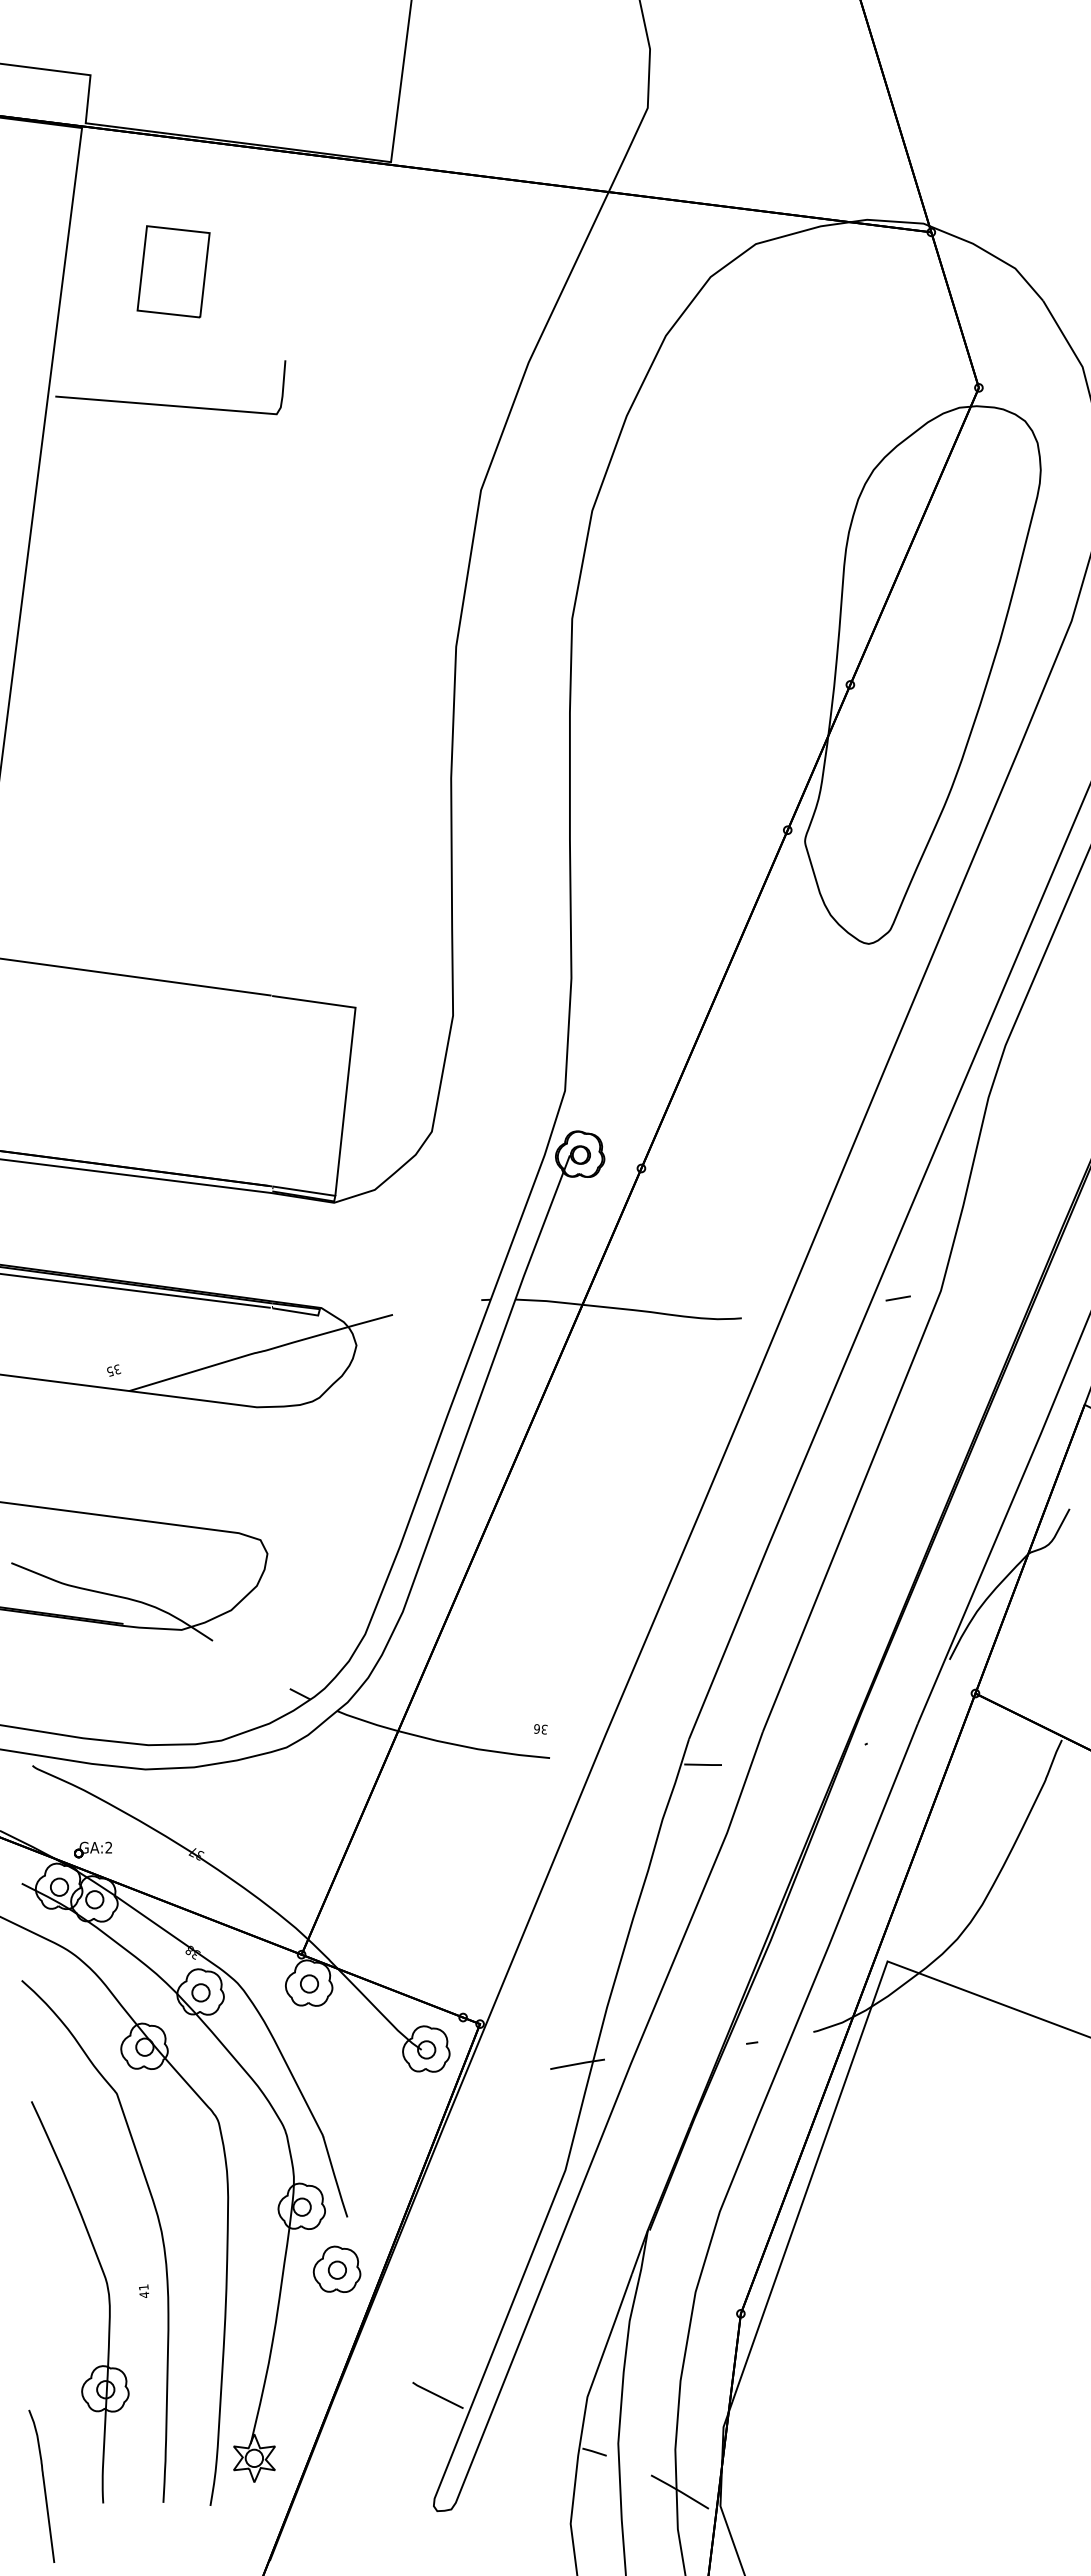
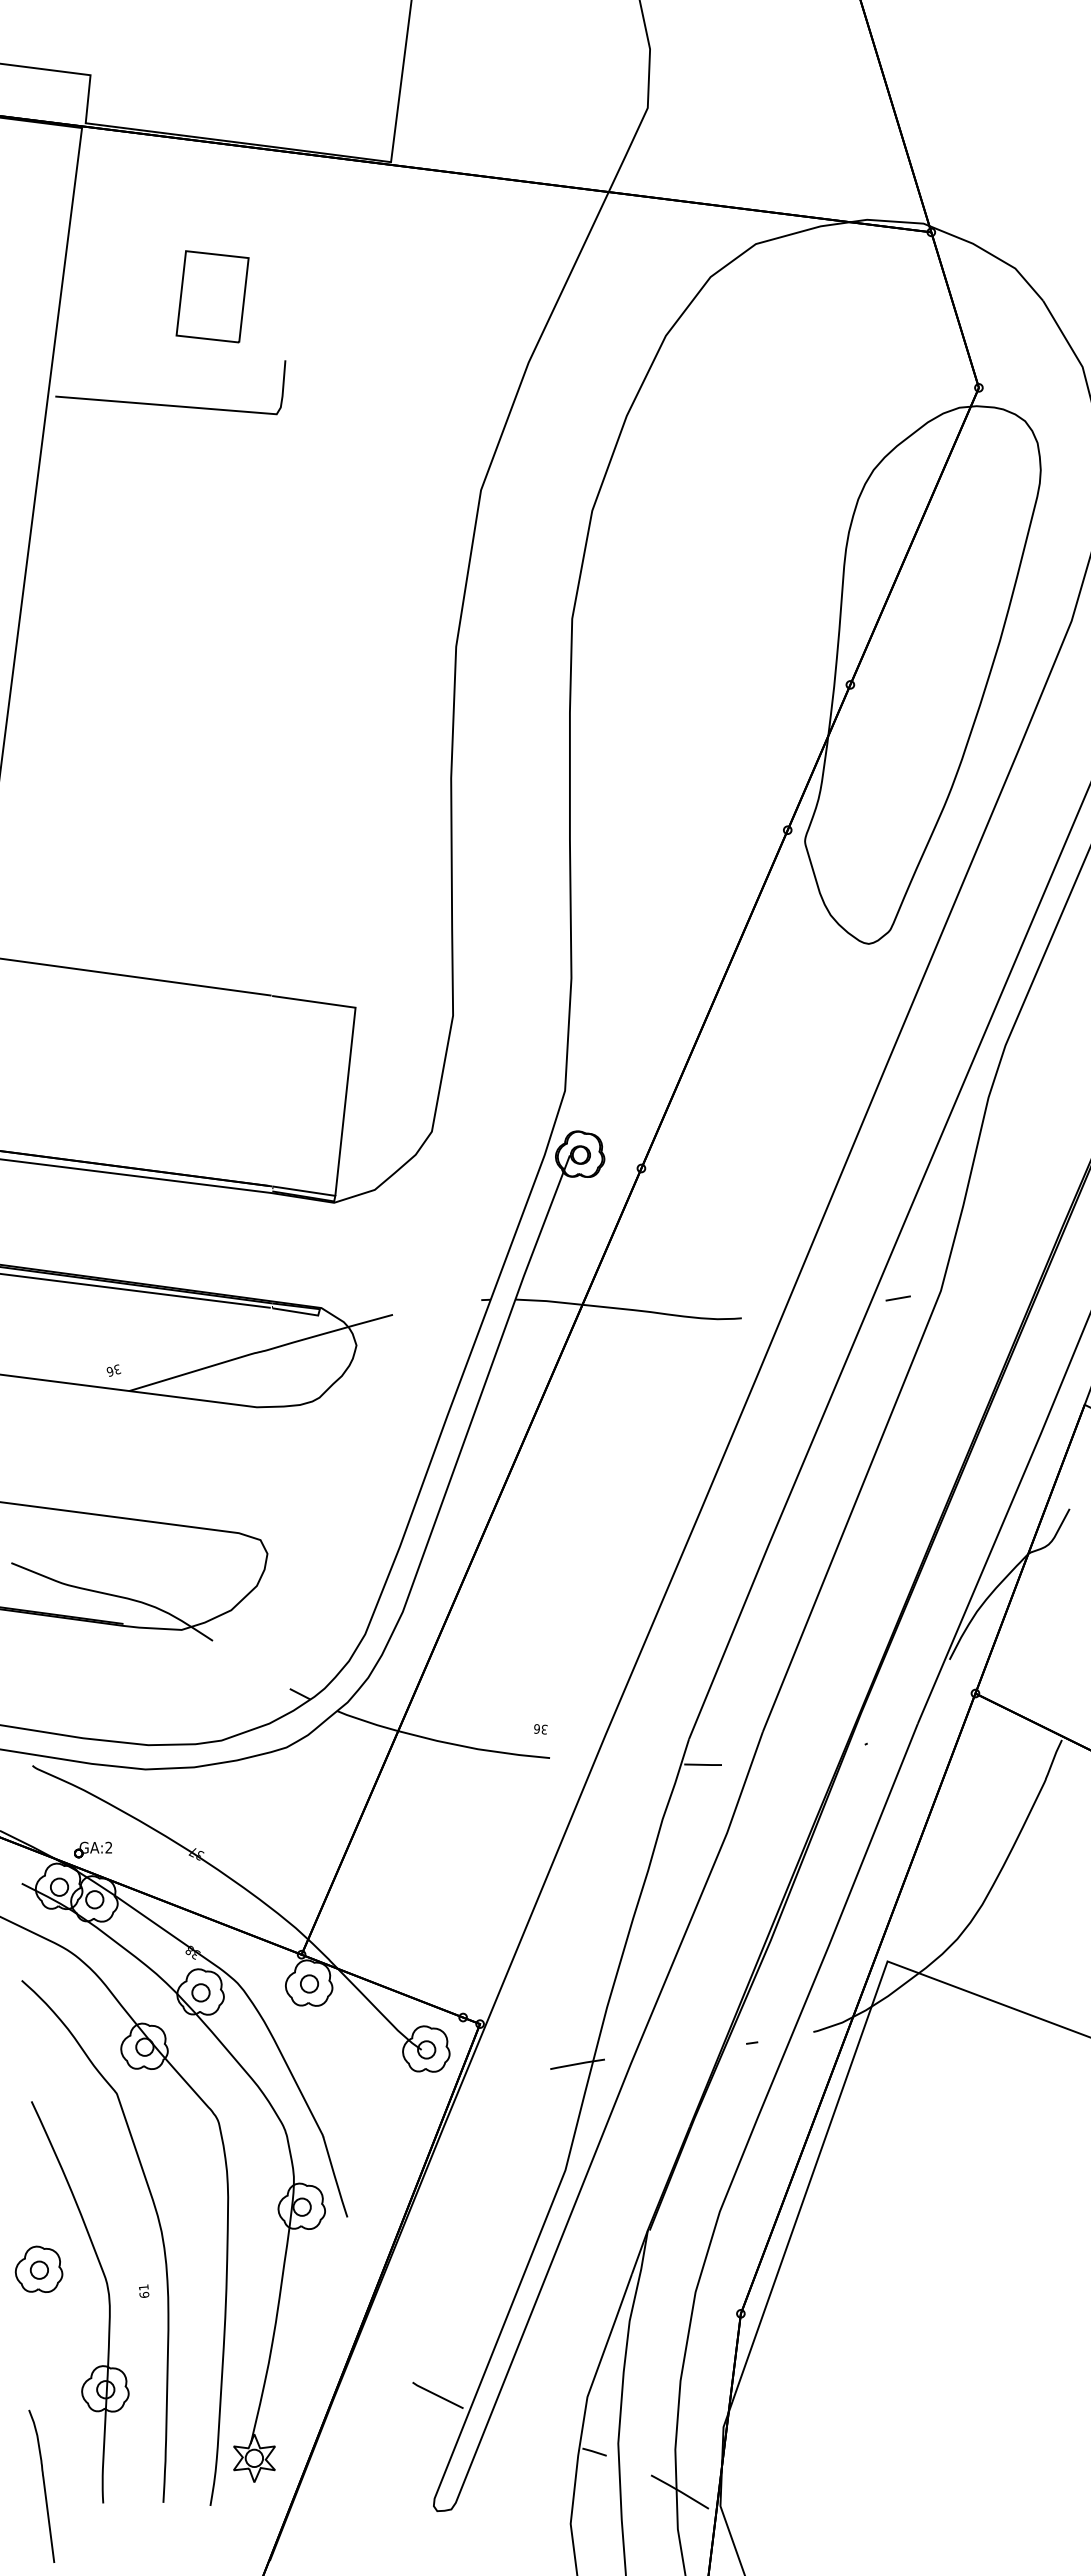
part at (173, 271) position: (173, 271) -> (212, 296)
text at (109, 1371): 35 -> 36
part at (336, 2268) position: (336, 2268) -> (38, 2268)
text at (144, 2294): 41 -> 61
